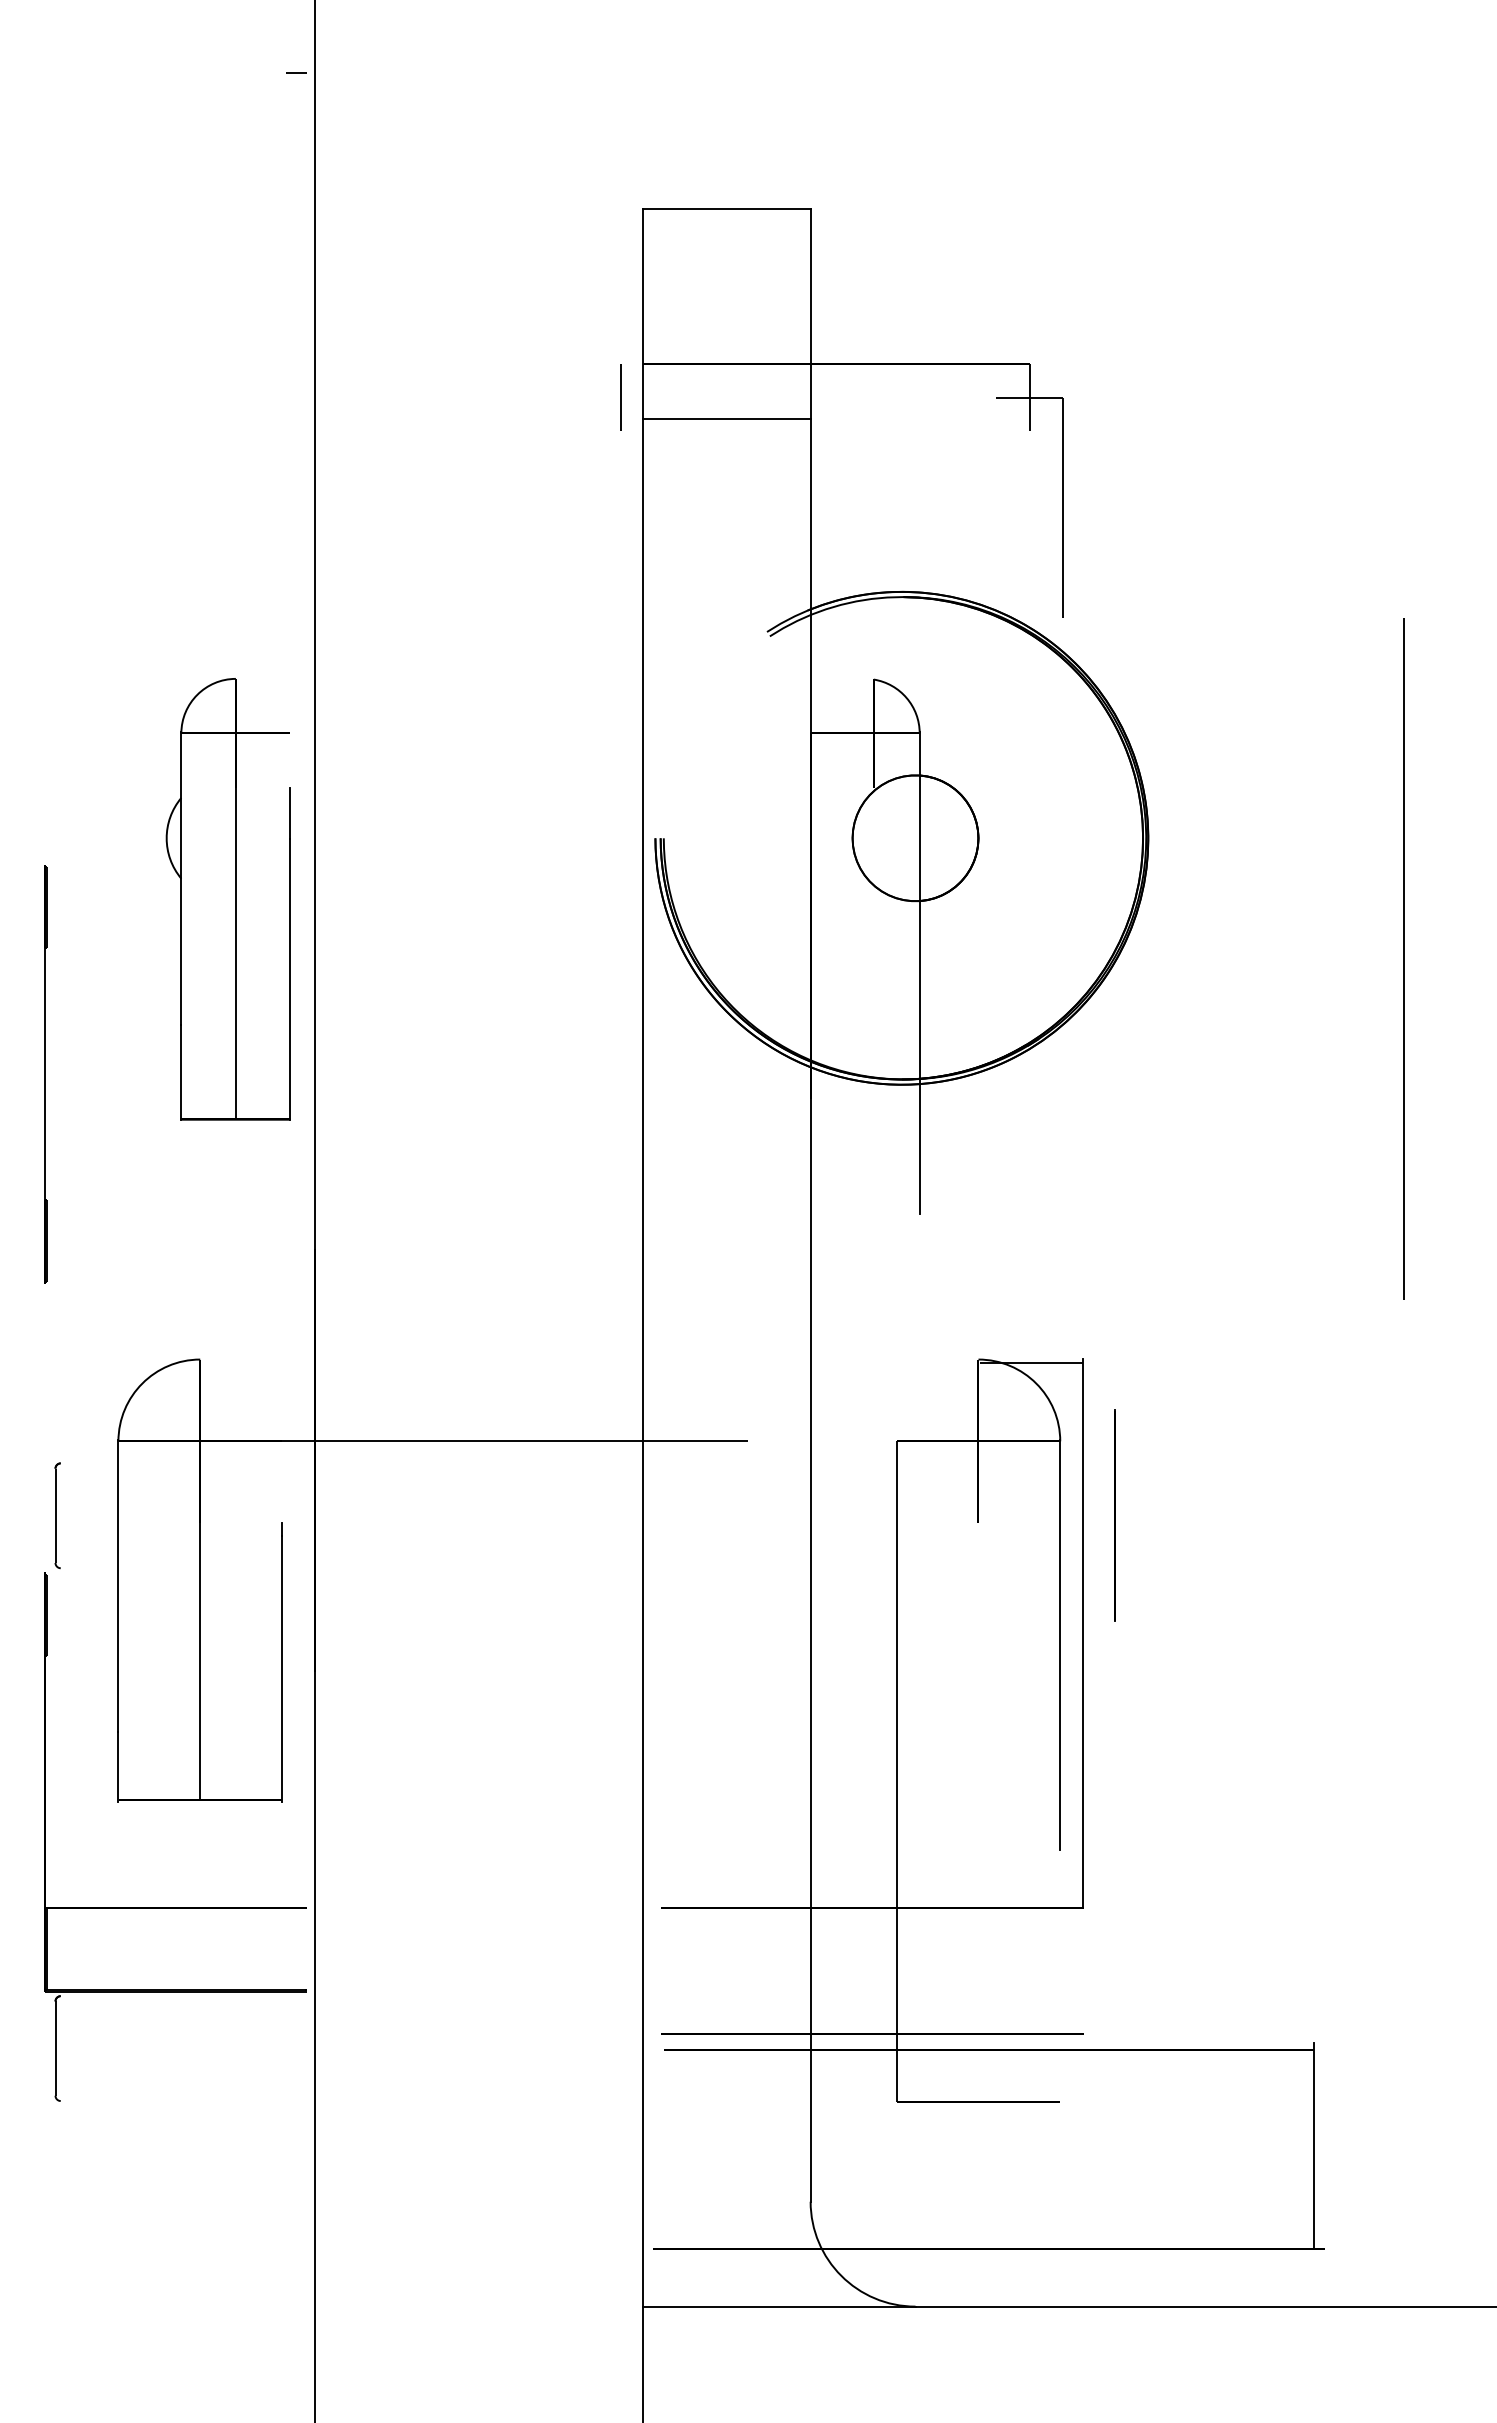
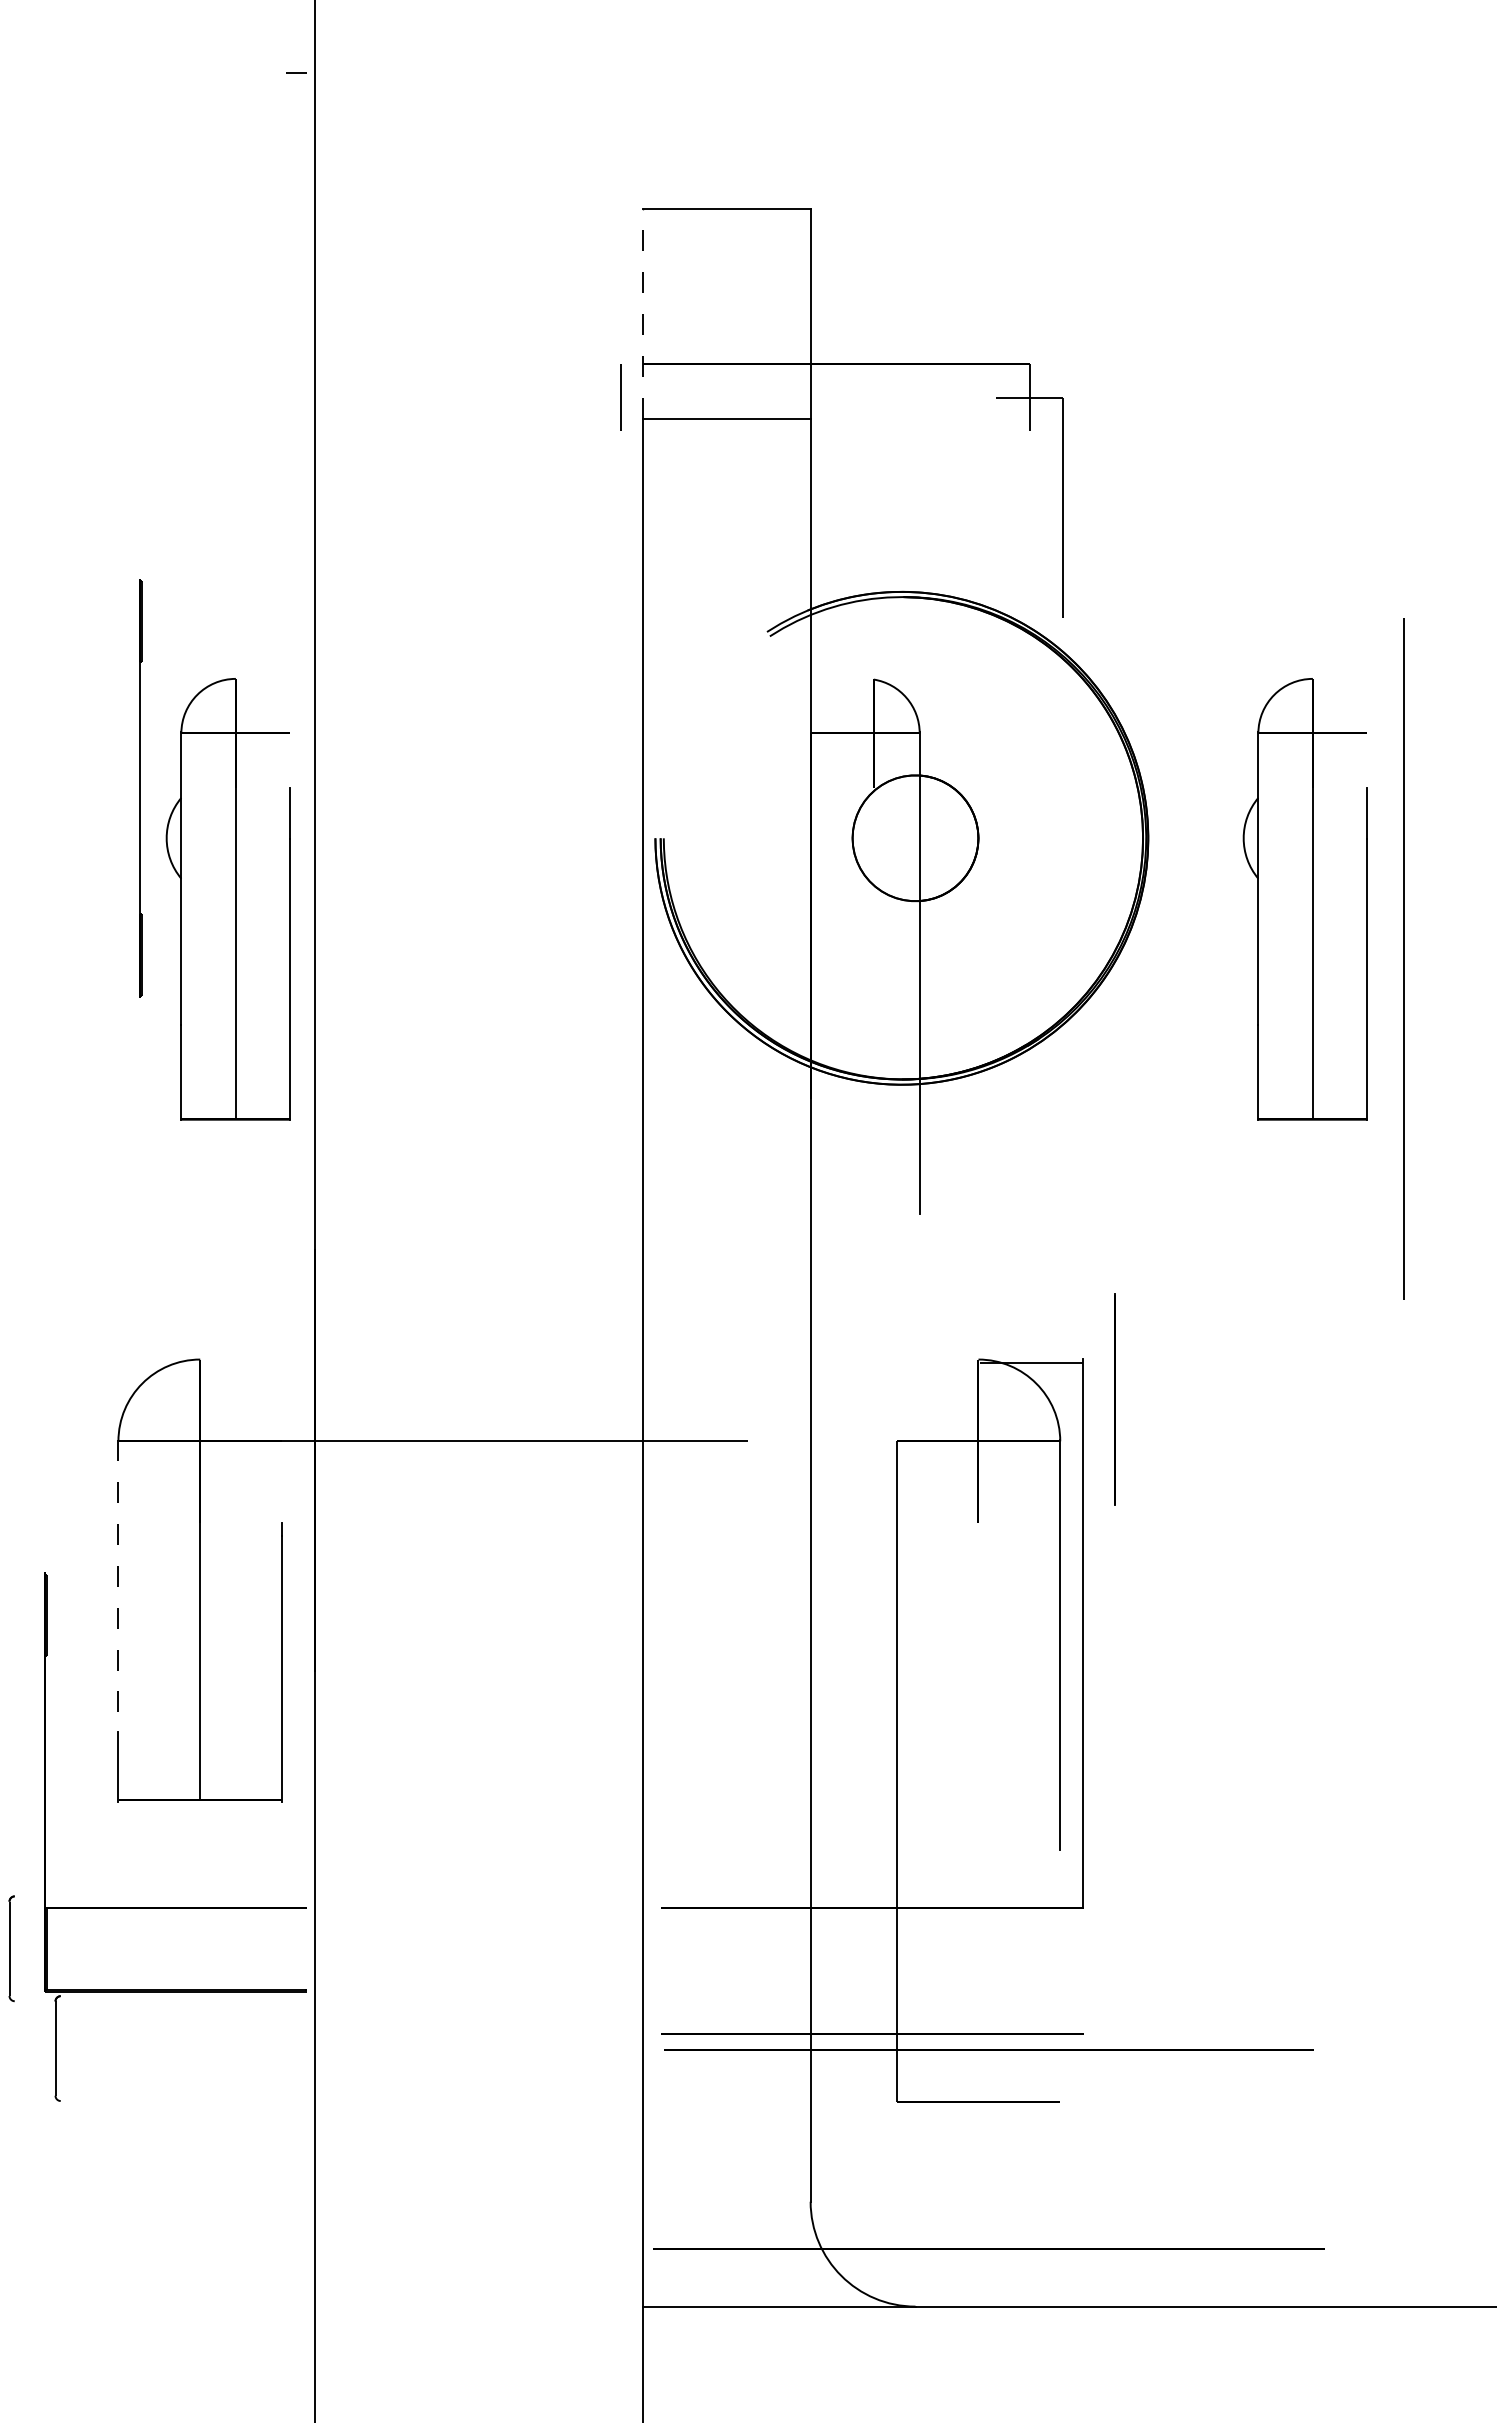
line at (642, 313): solid -> dashed
part at (1304, 899): none -> present
line at (45, 1074) position: (45, 1074) -> (140, 788)
part at (57, 1515) position: (57, 1515) -> (11, 1948)
line at (1114, 1515) position: (1114, 1515) -> (1114, 1399)
line at (118, 1585): solid -> dashed
line at (1314, 2145): present -> none
